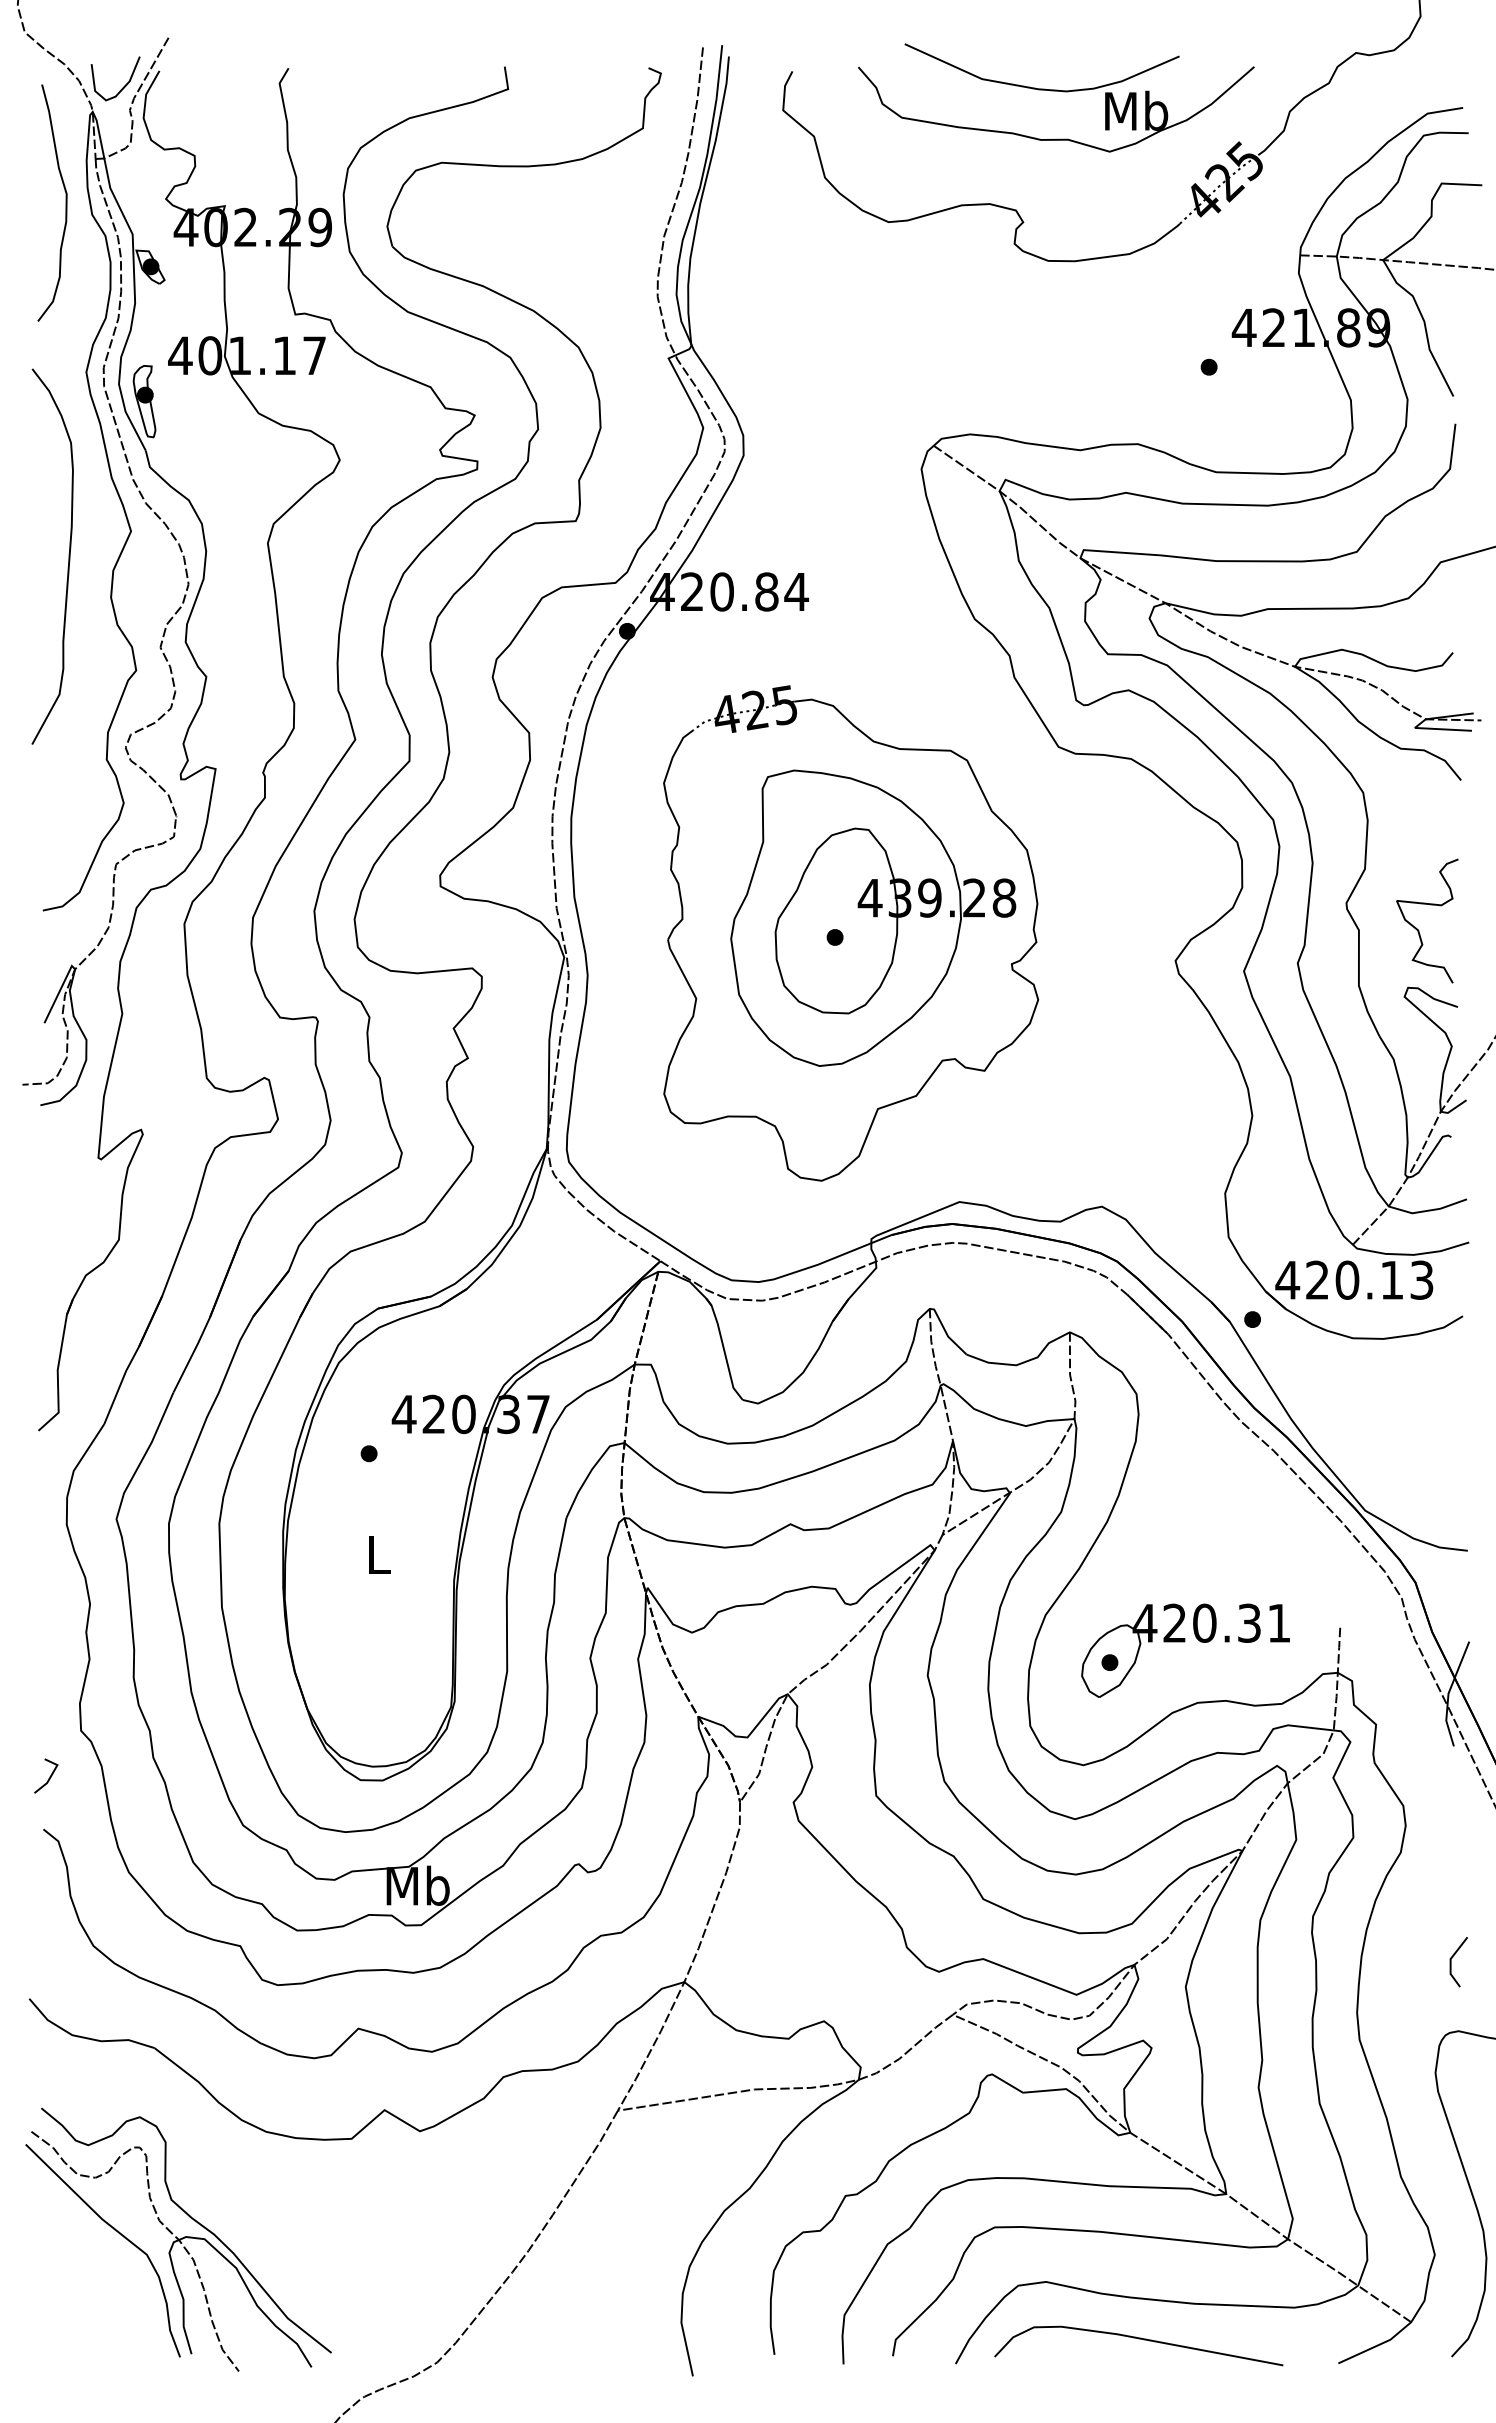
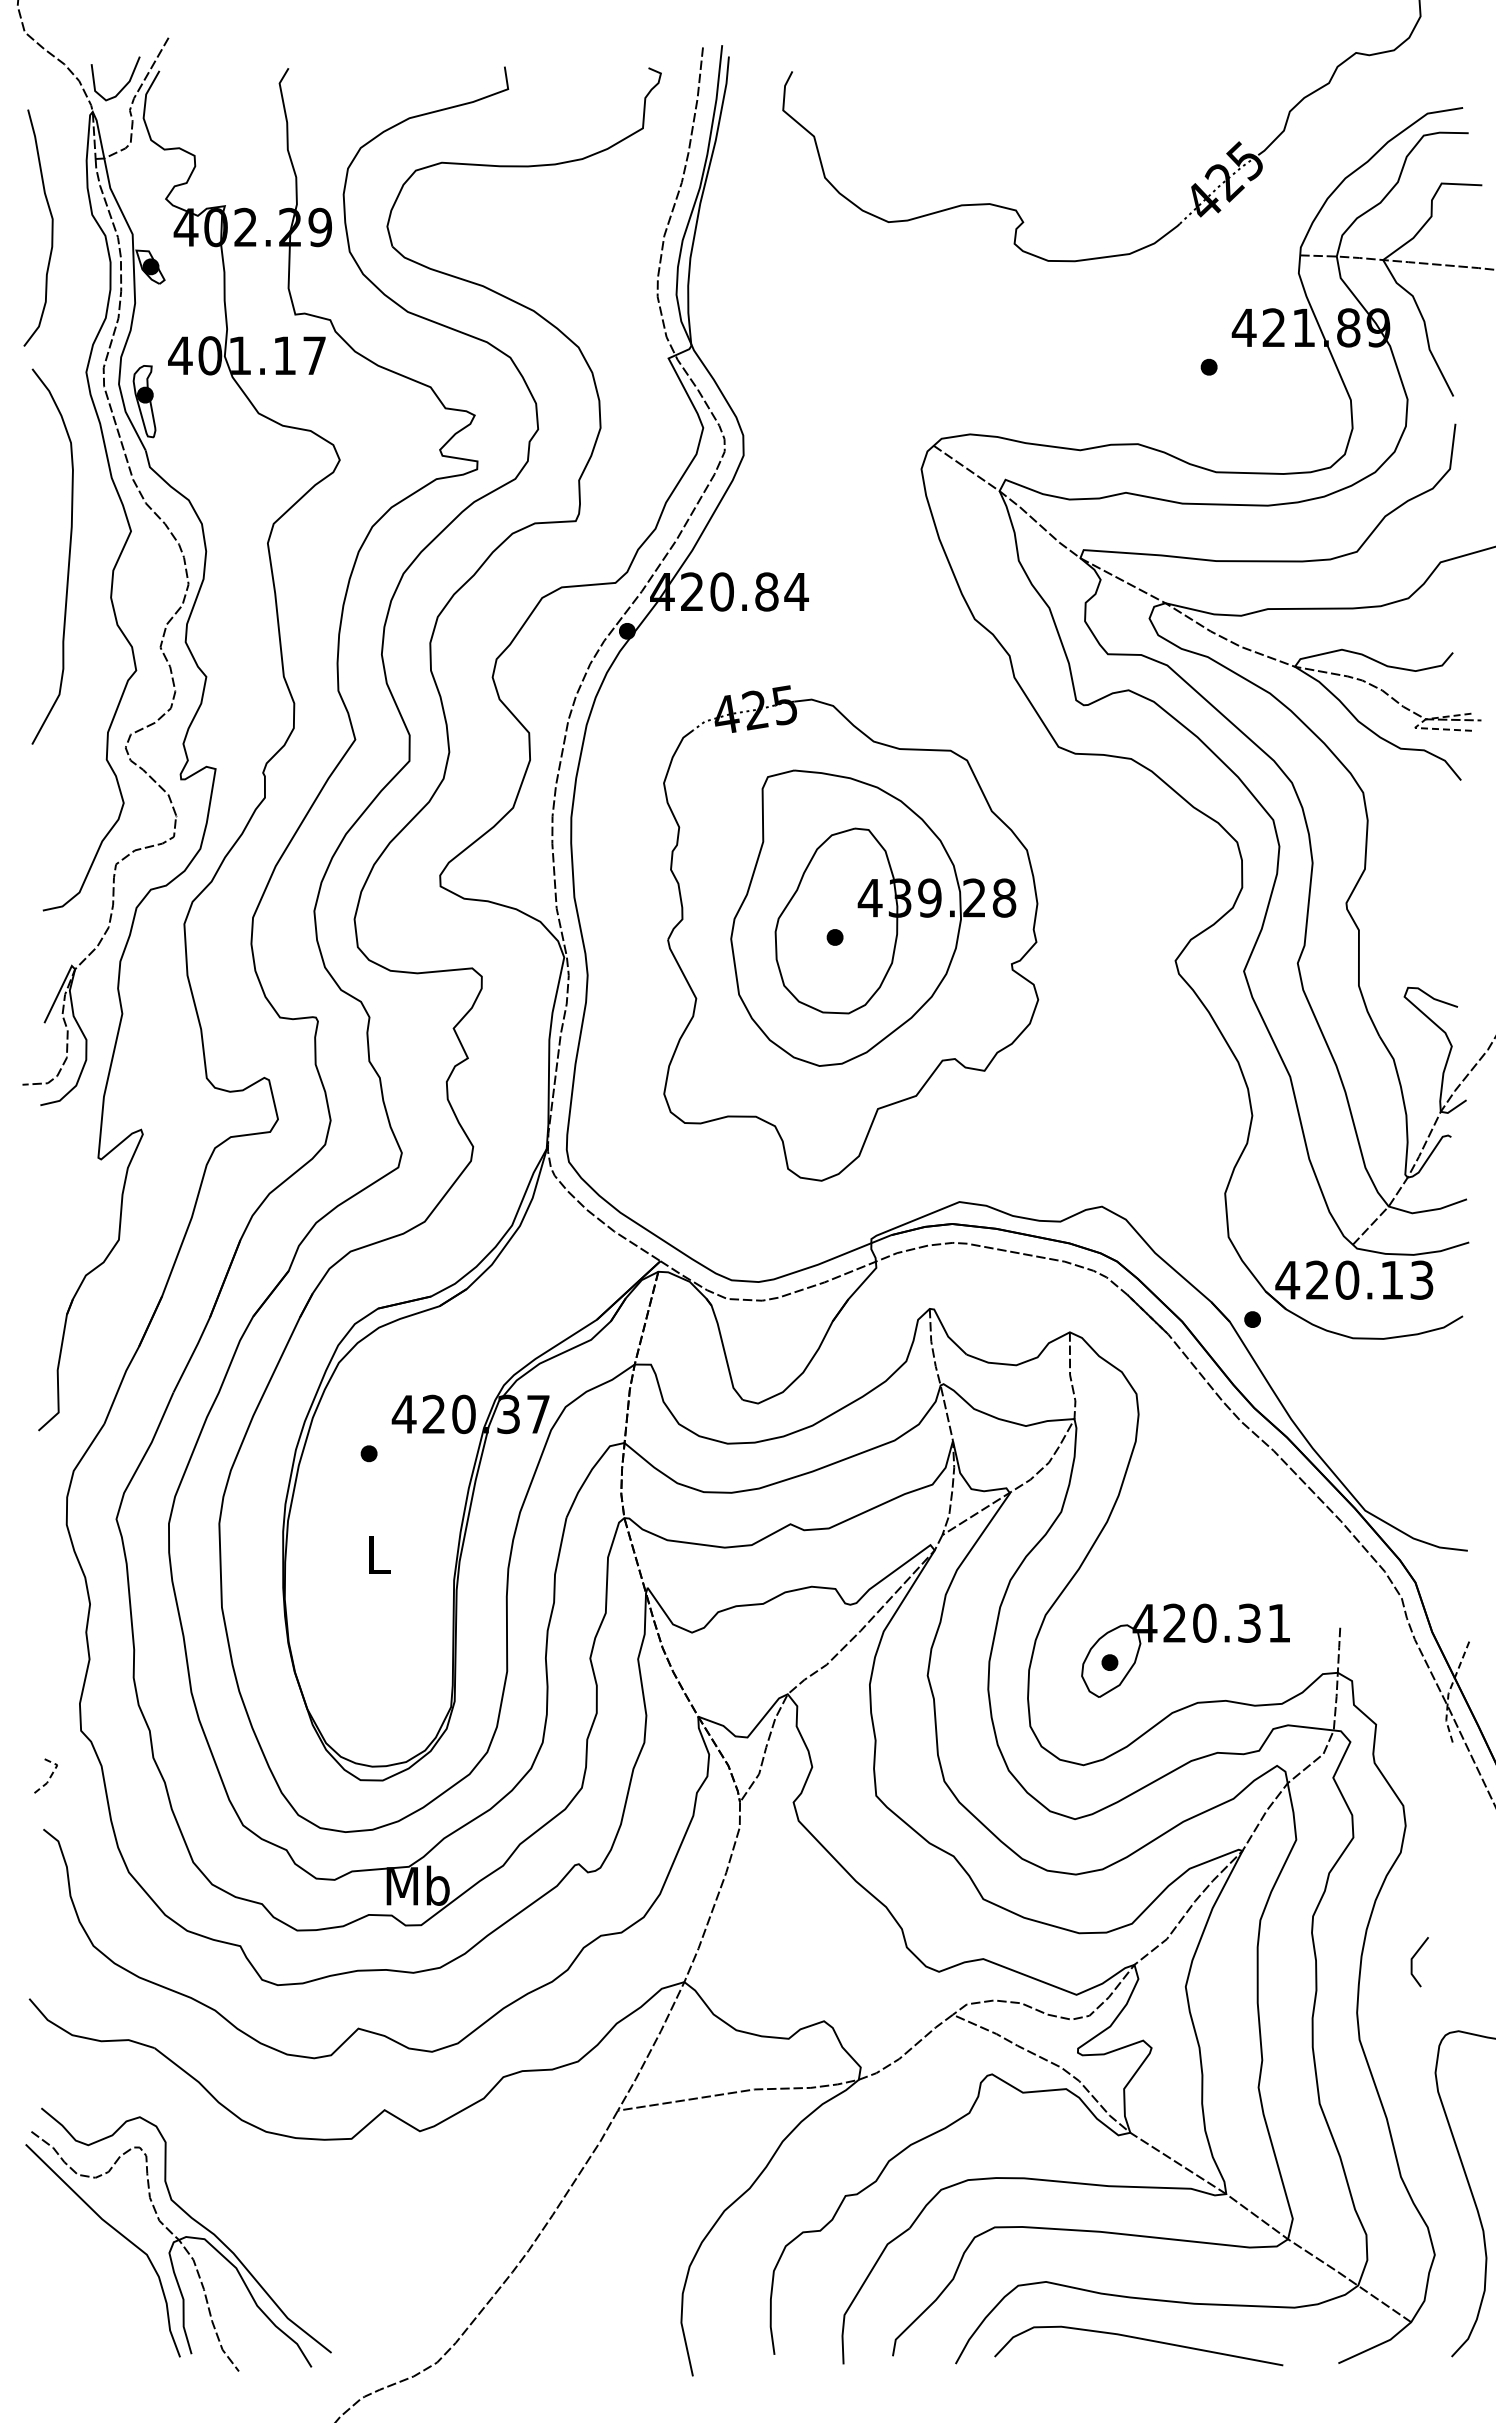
part at (1056, 97): present -> none
curve at (65, 202) position: (65, 202) -> (51, 227)
line at (1417, 726): solid -> dashed
curve at (1418, 929): present -> none
line at (1448, 1693): solid -> dashed
line at (51, 1775): solid -> dashed
line at (1451, 1962) position: (1451, 1962) -> (1412, 1962)
